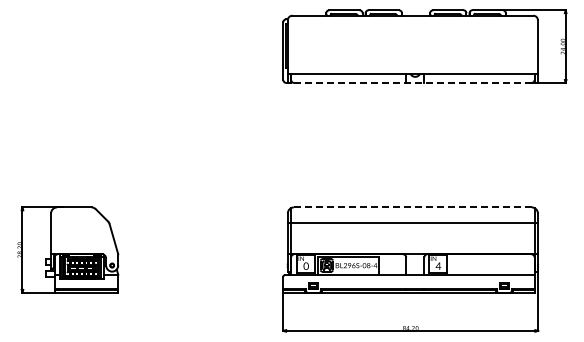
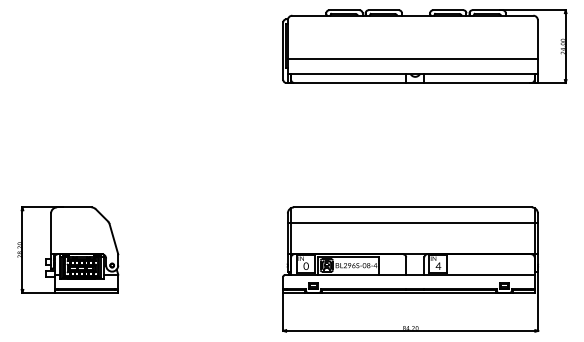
line at (412, 58): none -> present
line at (408, 82): dashed -> solid
line at (412, 207): dashed -> solid
